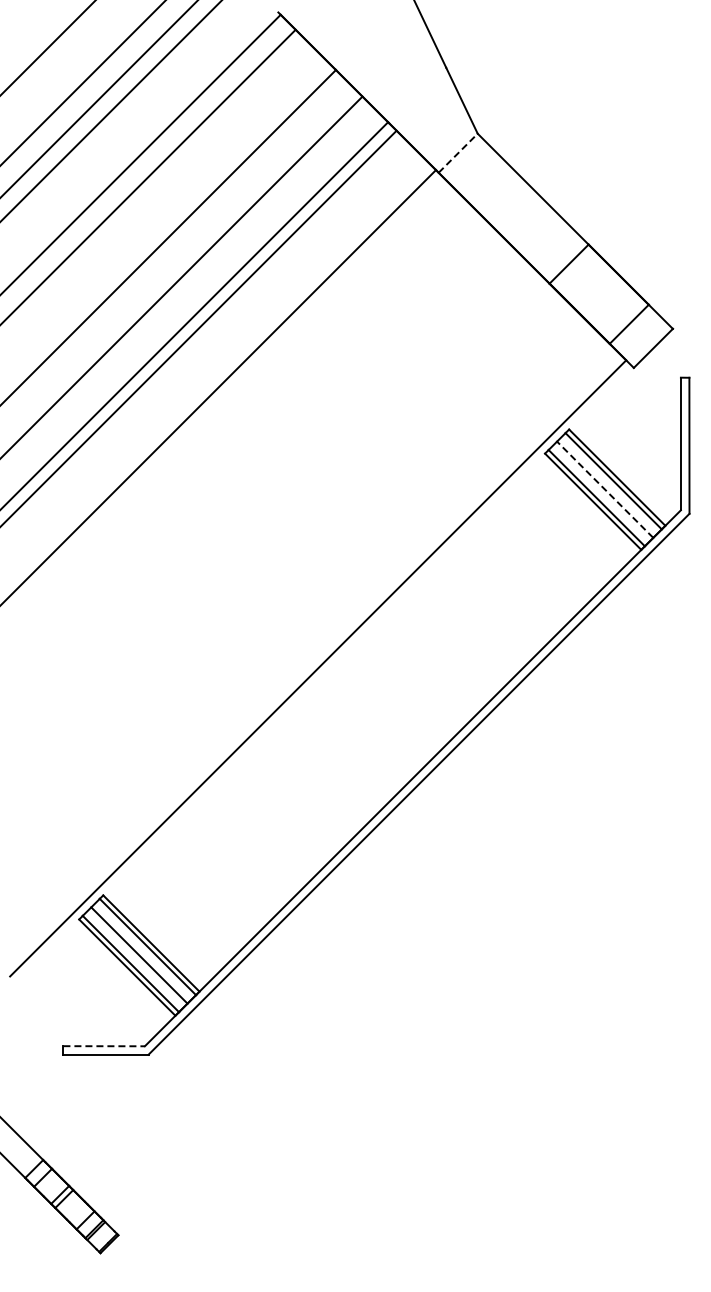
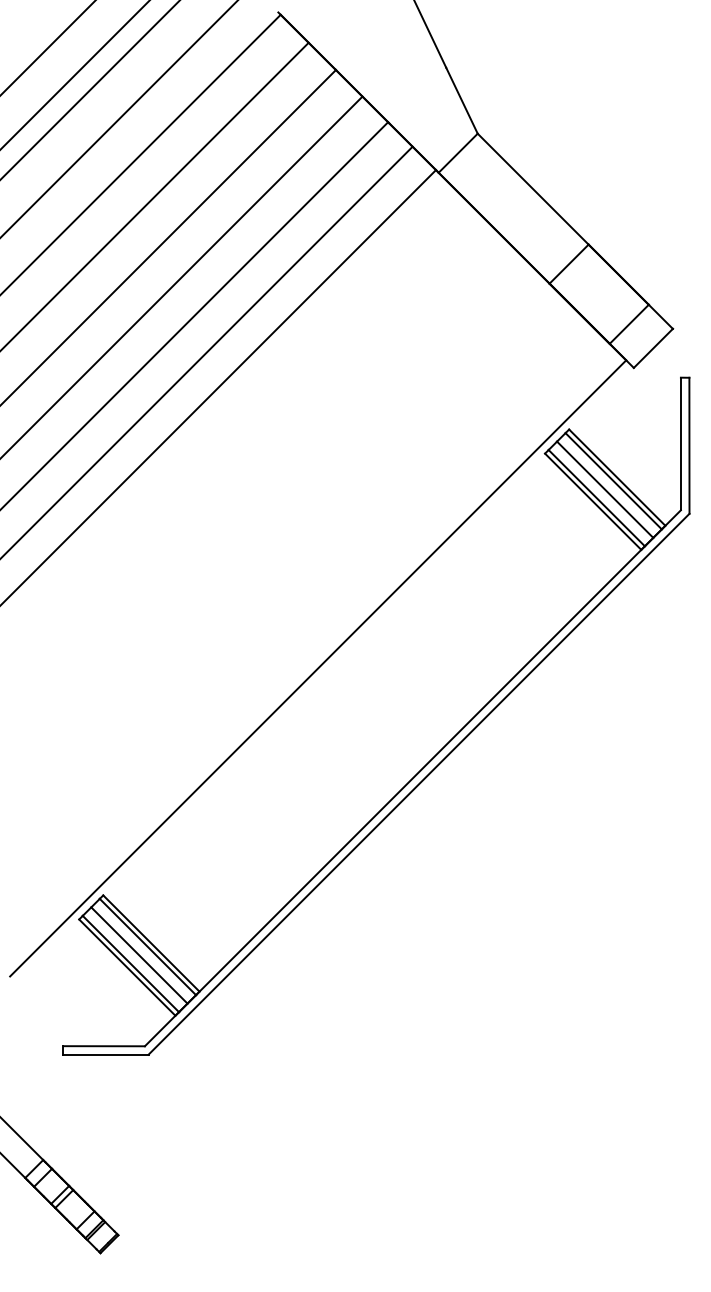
line at (82, 82) position: (82, 82) -> (74, 75)
line at (99, 99) position: (99, 99) -> (89, 89)
line at (111, 111) position: (111, 111) -> (118, 118)
line at (458, 153): dashed -> solid
line at (148, 176) position: (148, 176) -> (155, 195)
line at (199, 327) position: (199, 327) -> (207, 351)
line at (604, 489): dashed -> solid
line at (104, 1046): dashed -> solid
